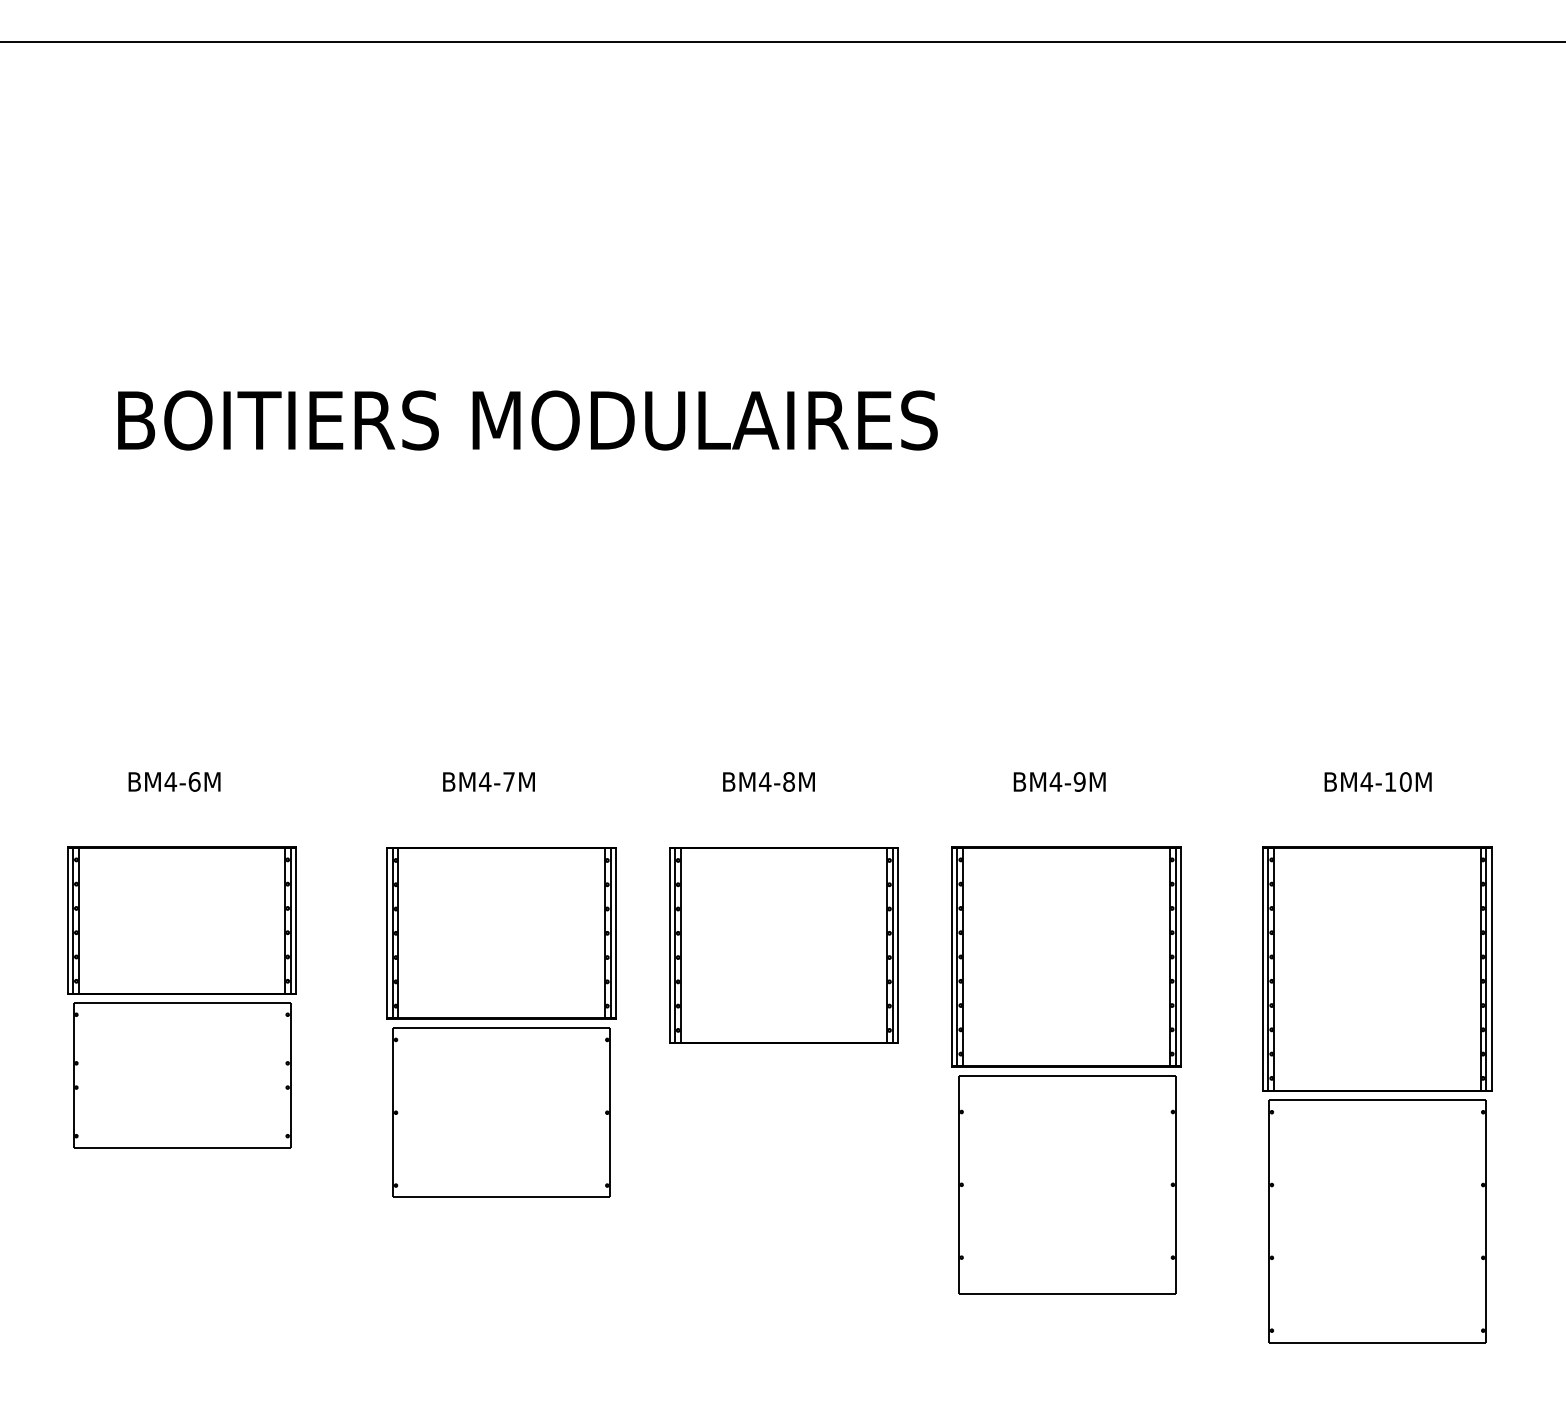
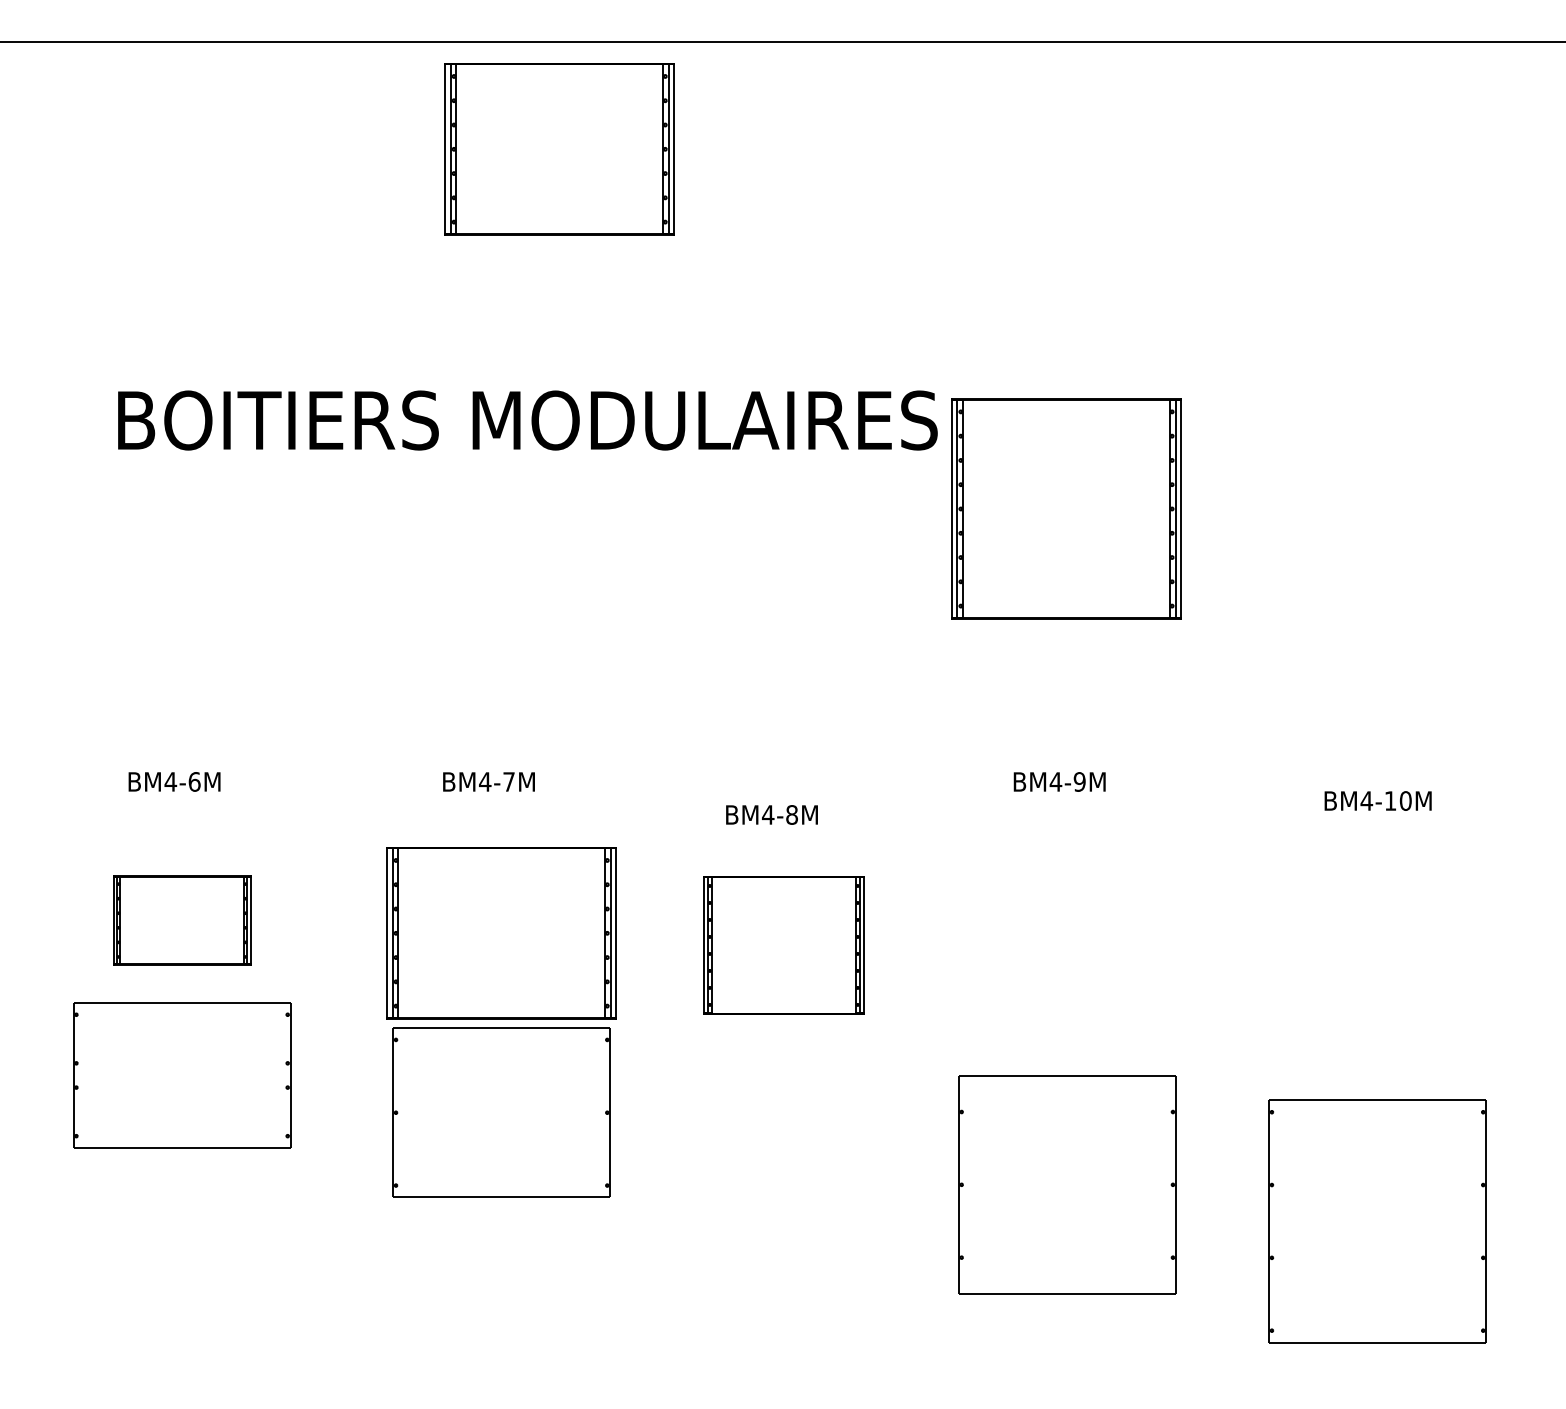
part at (559, 149): none -> present
text at (768, 781) position: (768, 781) -> (771, 814)
text at (1377, 781) position: (1377, 781) -> (1377, 800)
part at (181, 920) size: 230x149 px -> 139x91 px
part at (783, 945) size: 230x197 px -> 162x139 px
part at (1066, 956) position: (1066, 956) -> (1066, 508)
part at (1377, 968): present -> none
